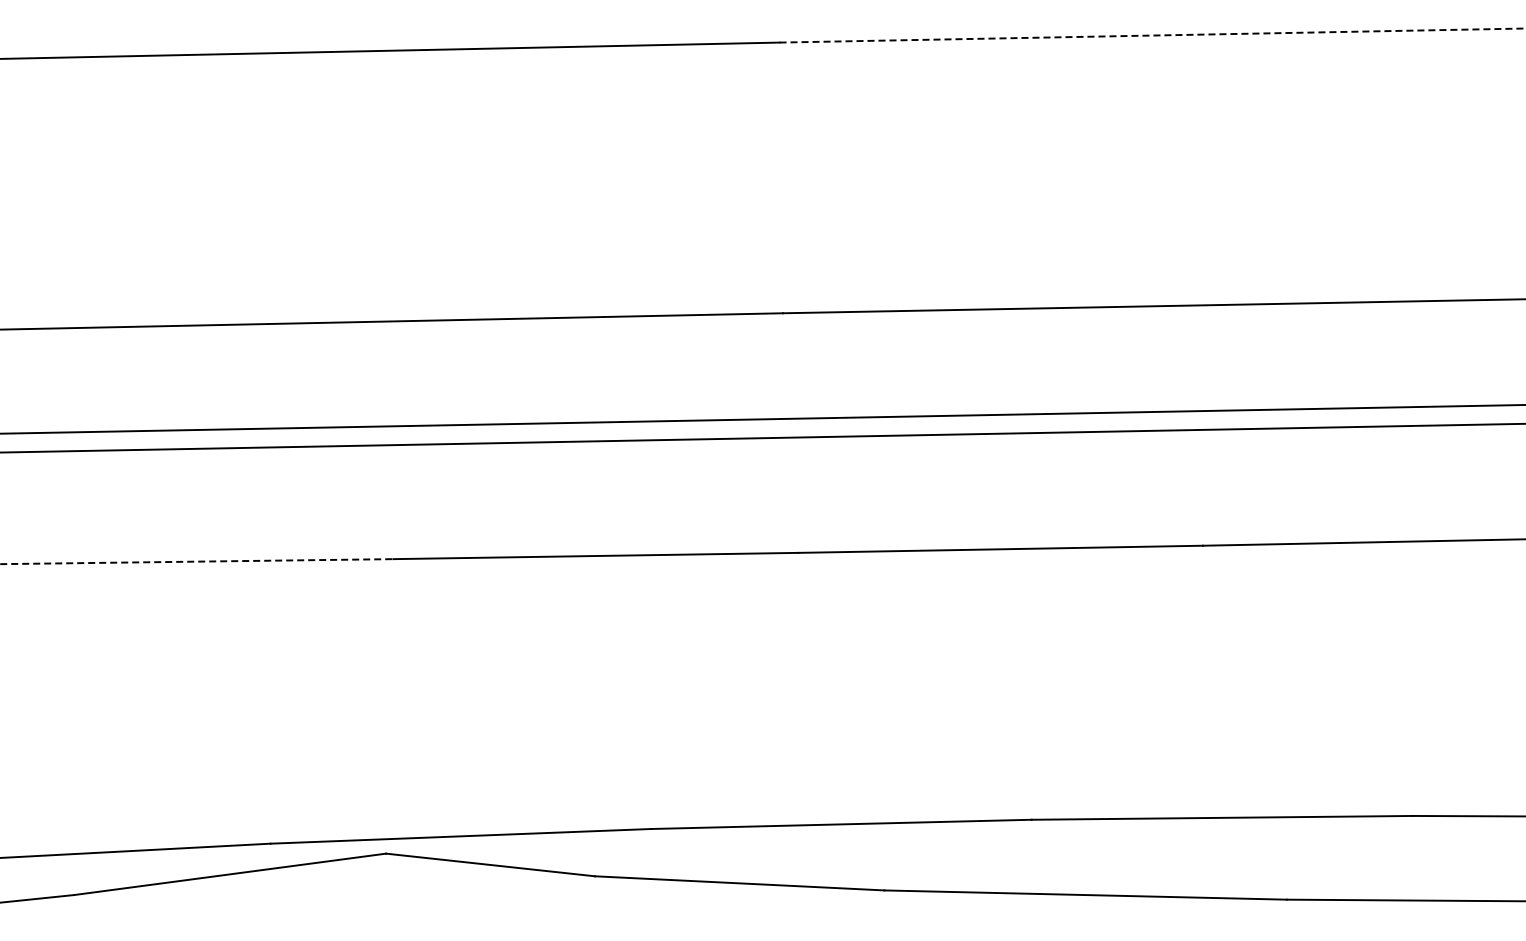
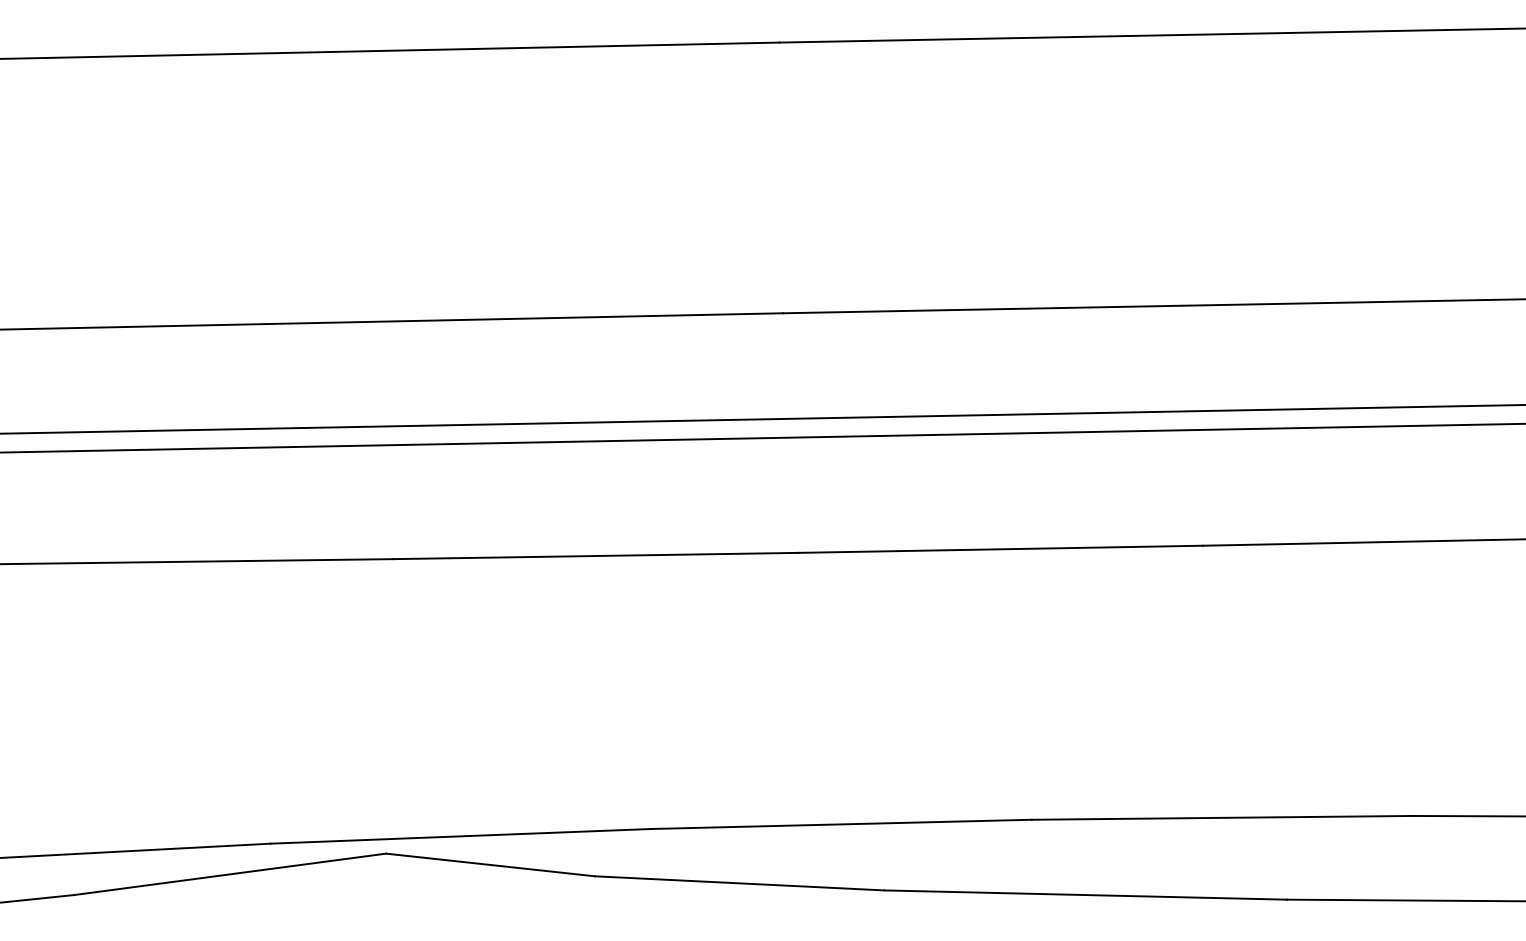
line at (1152, 35): dashed -> solid
line at (196, 561): dashed -> solid
